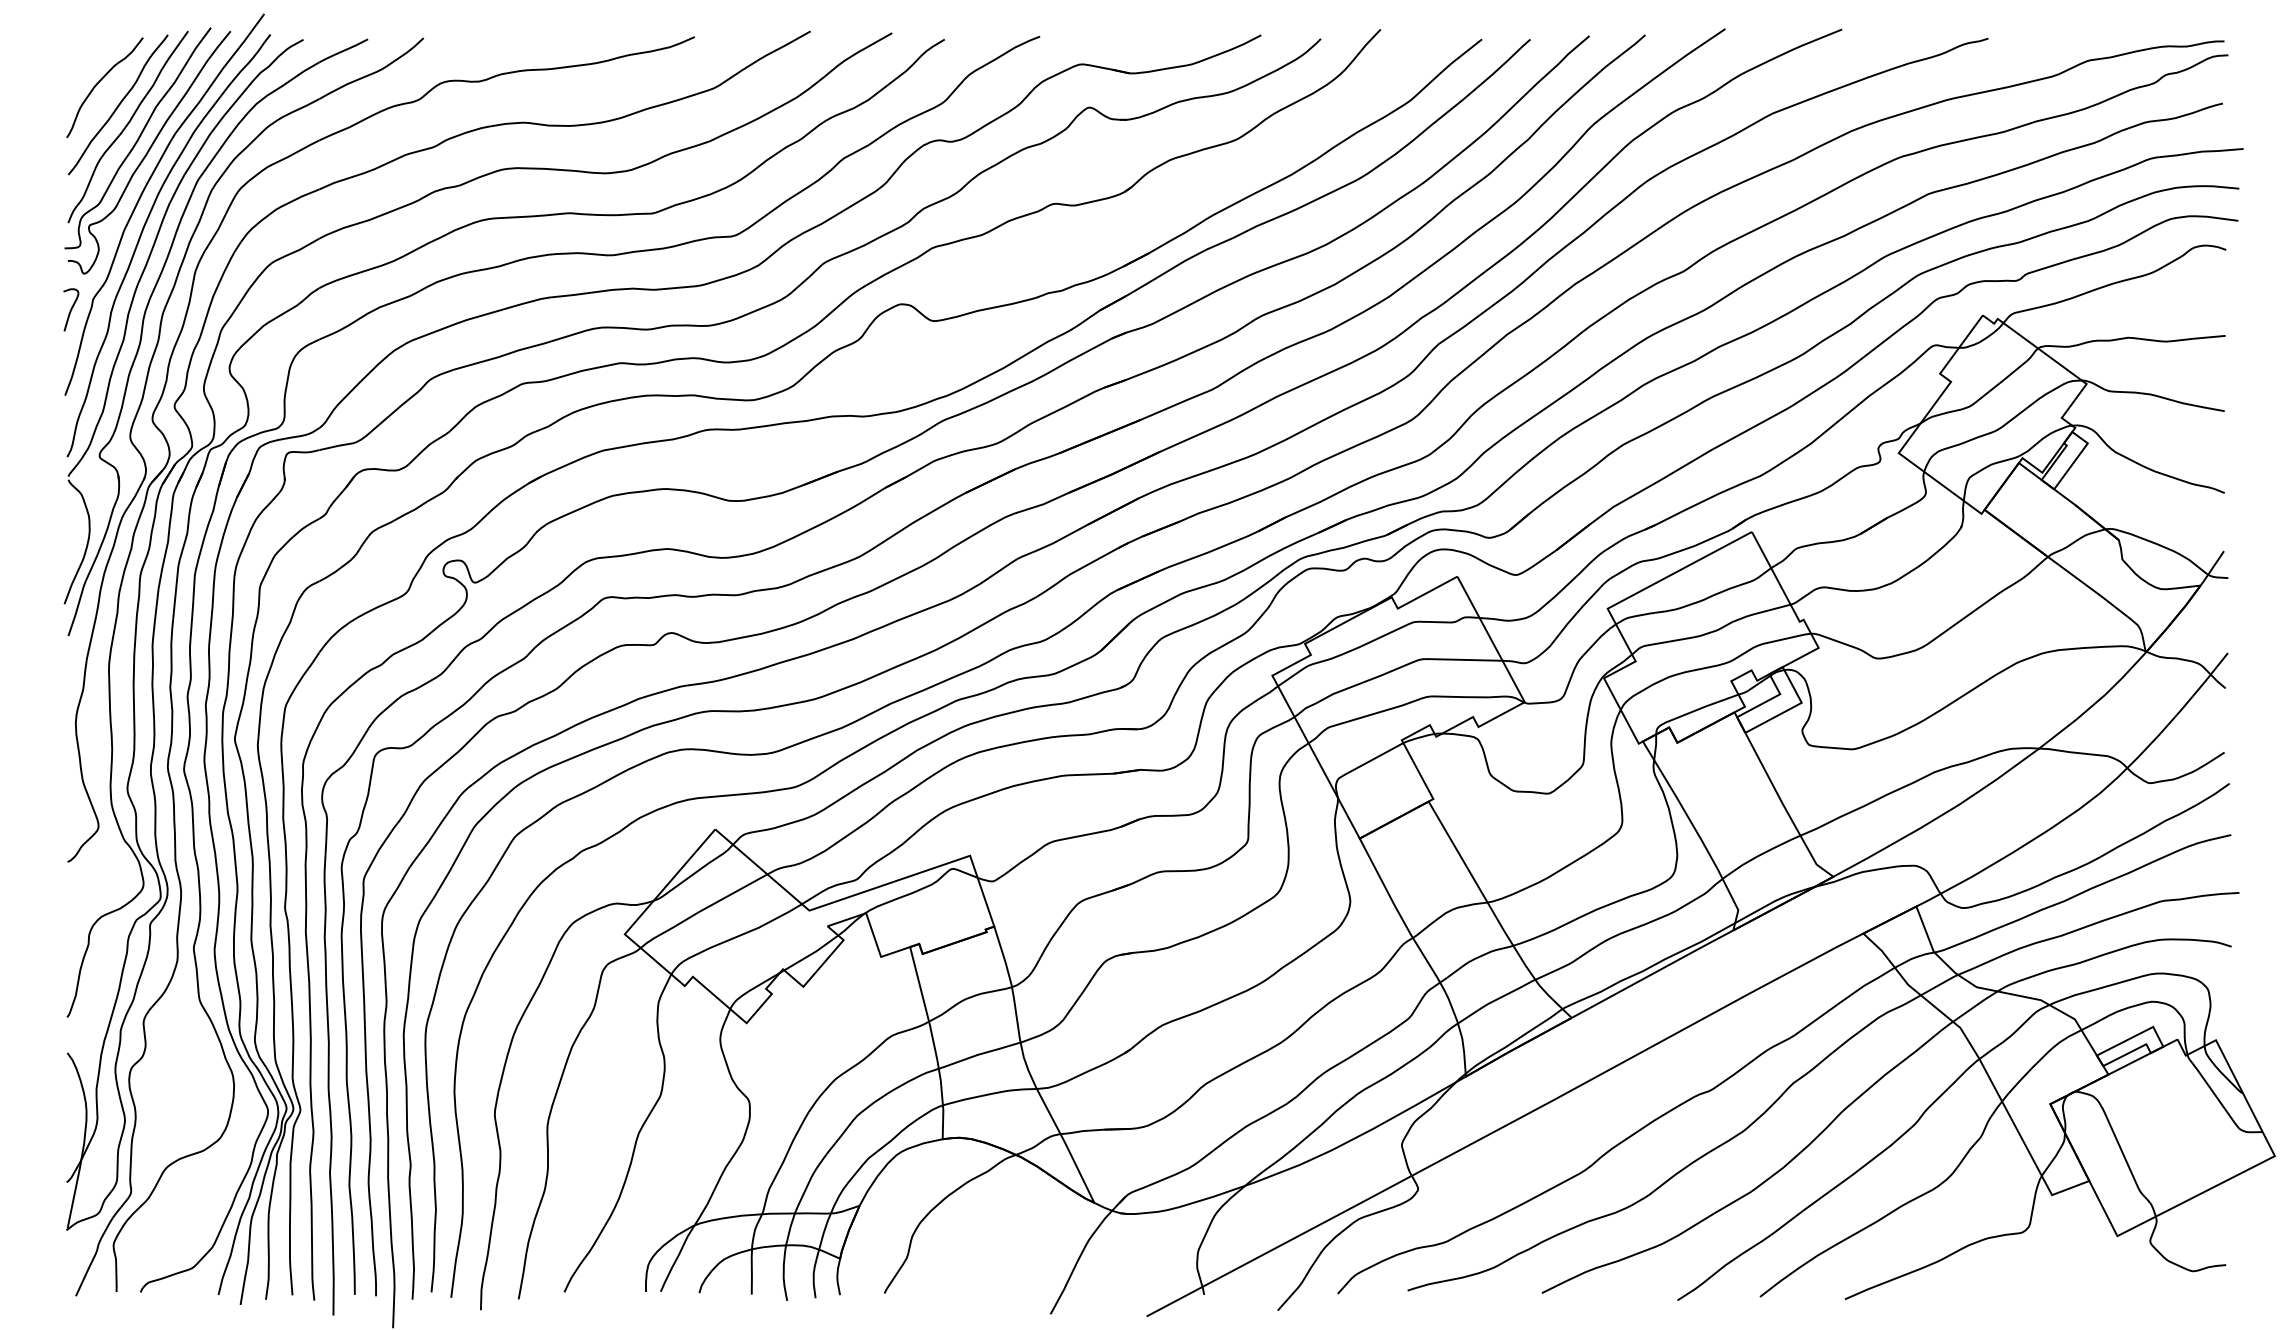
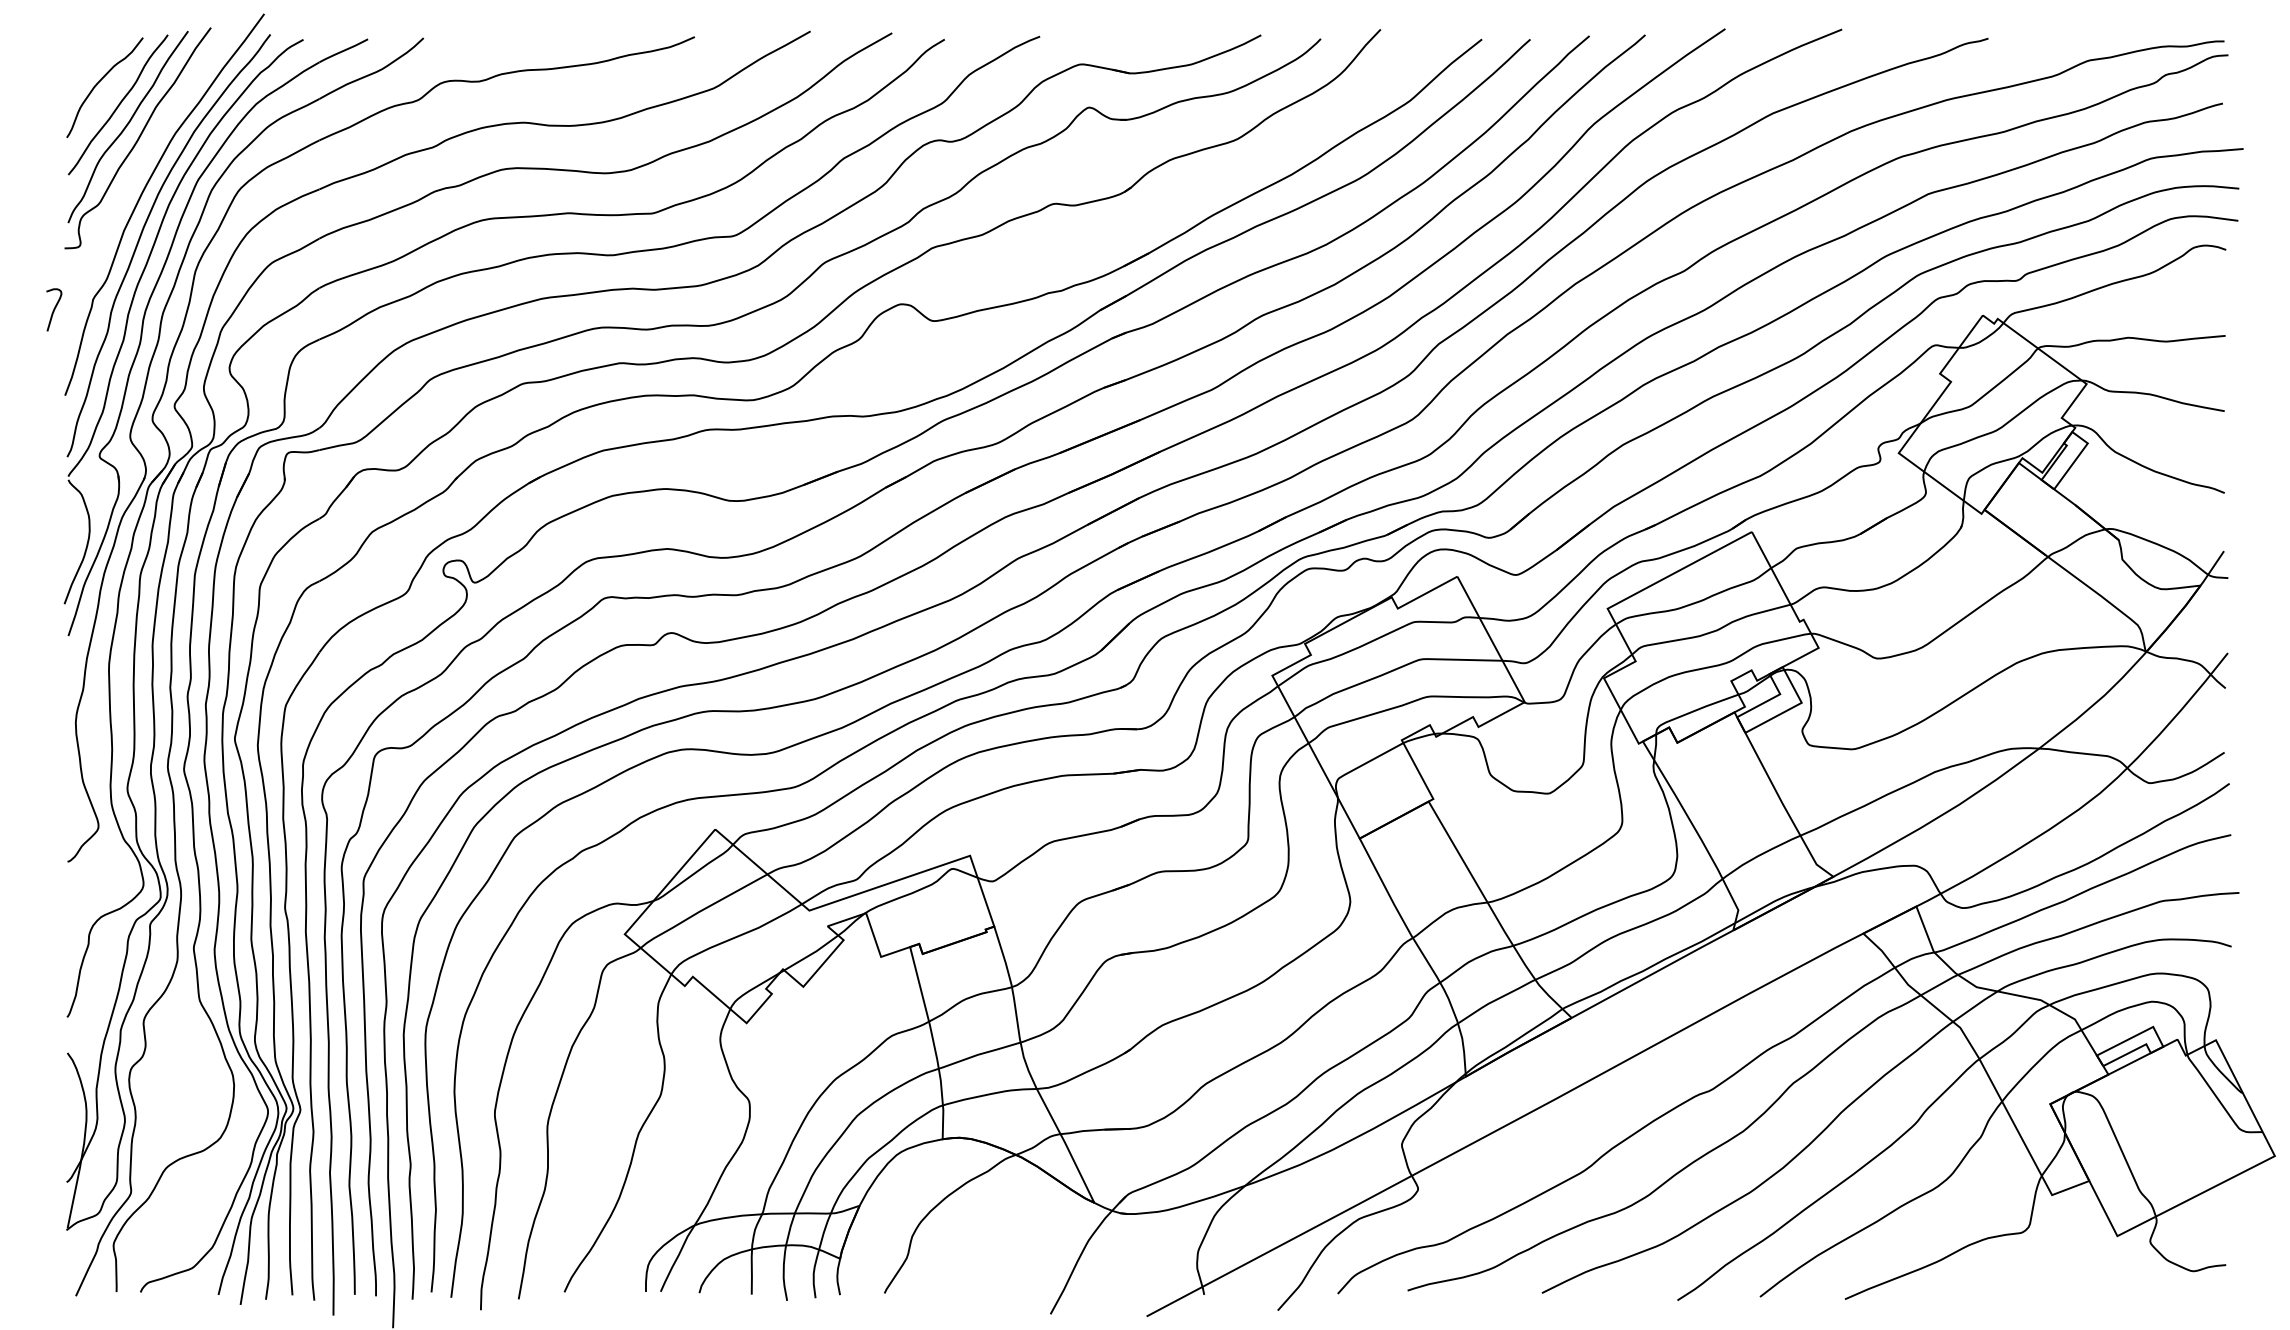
curve at (149, 151): present -> none
curve at (71, 309) position: (71, 309) -> (54, 309)
